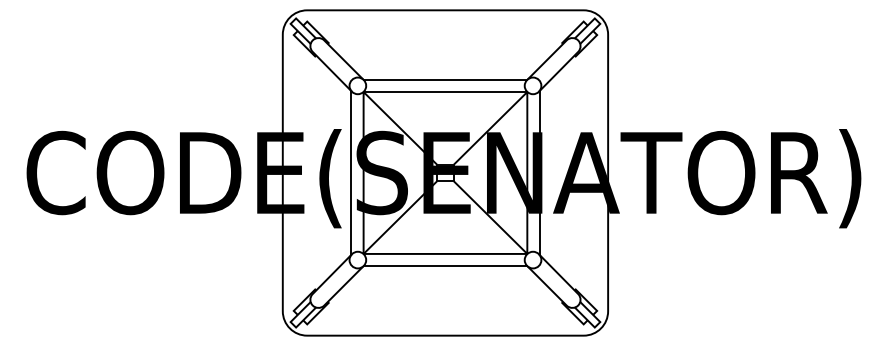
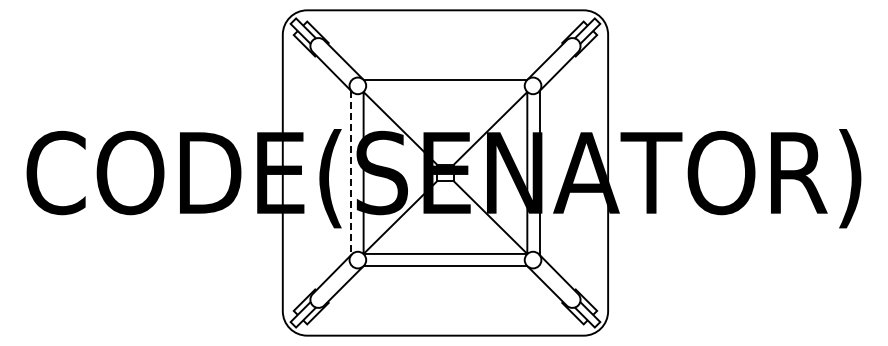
line at (445, 92): present -> none
line at (351, 173): solid -> dashed
